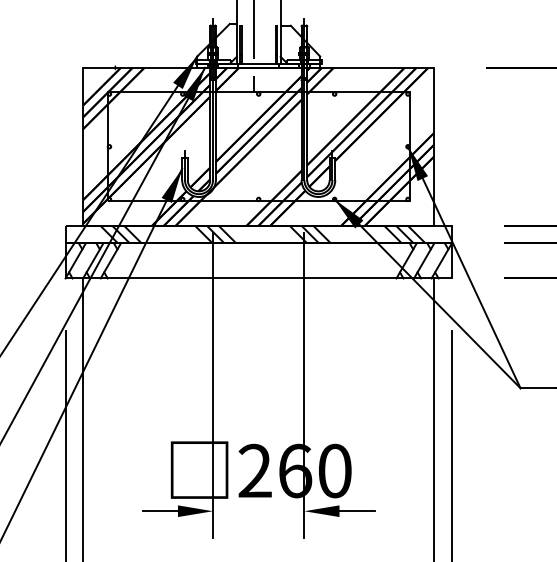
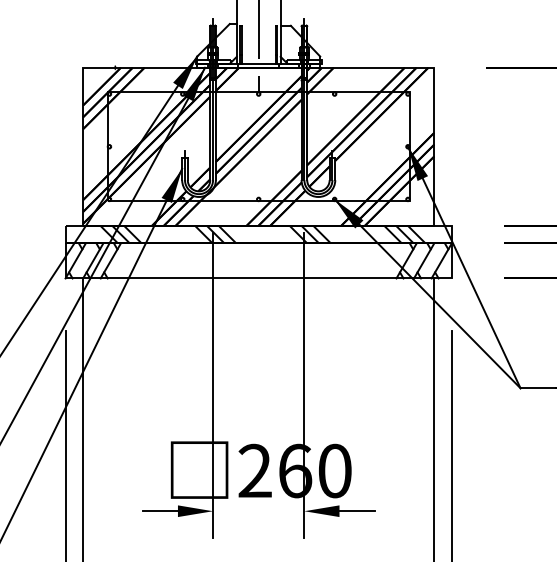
line at (253, 47) position: (253, 47) -> (258, 47)
